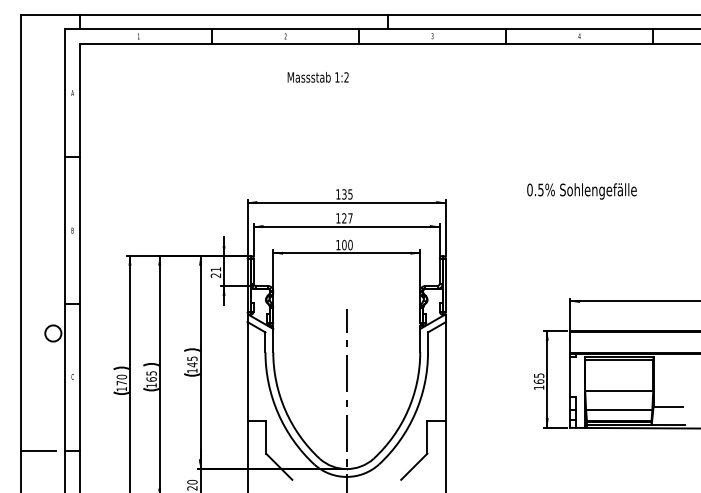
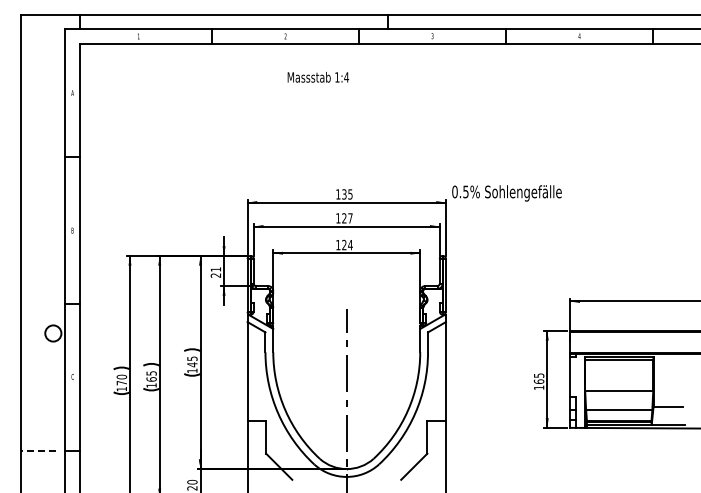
text at (346, 77): 1:2 -> 1:4
text at (581, 191) position: (581, 191) -> (506, 193)
text at (347, 244): 100 -> 124
line at (38, 451): solid -> dashed
